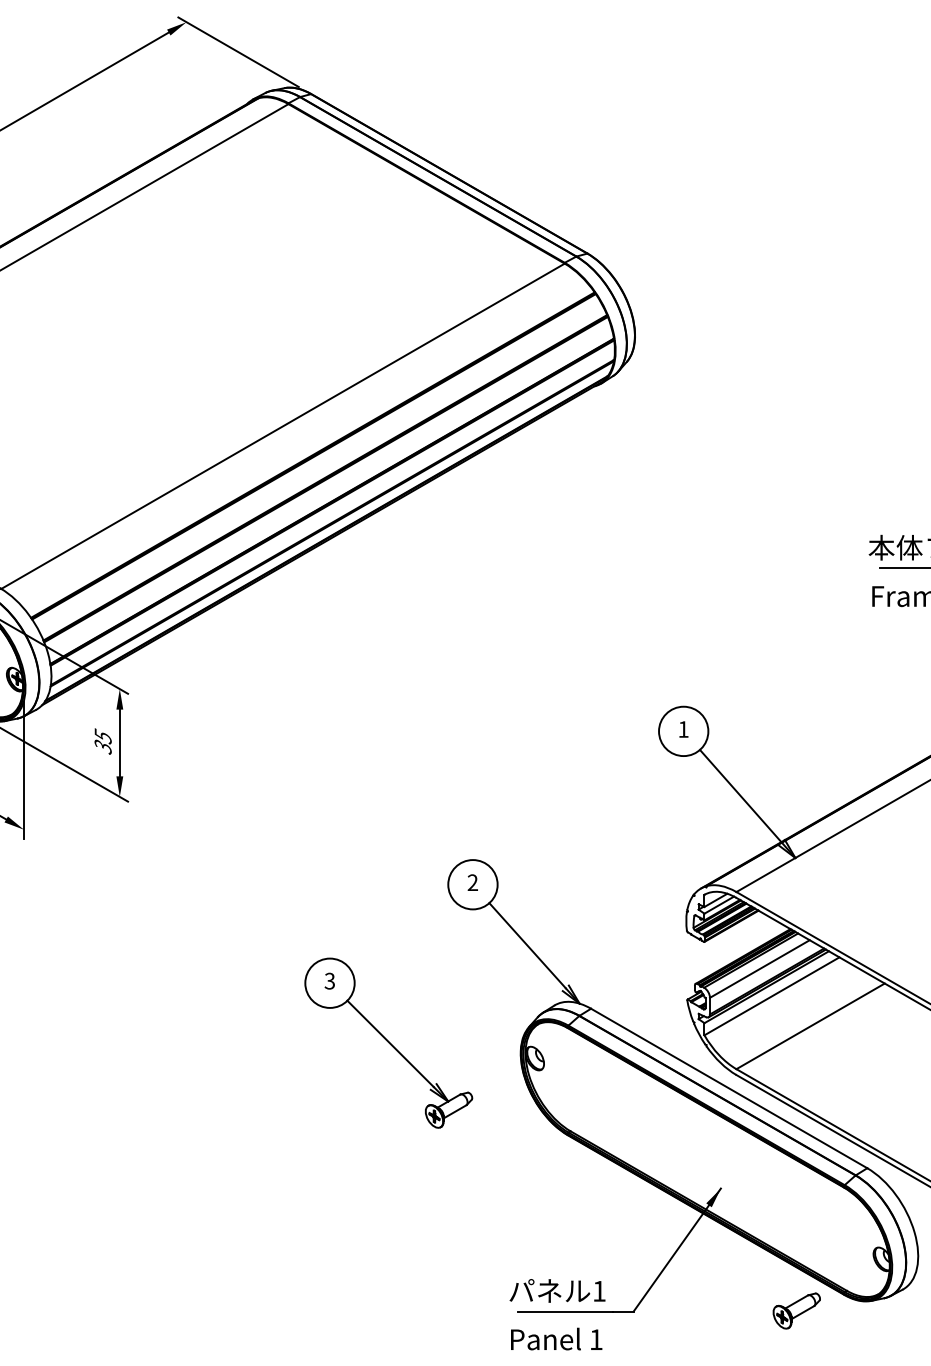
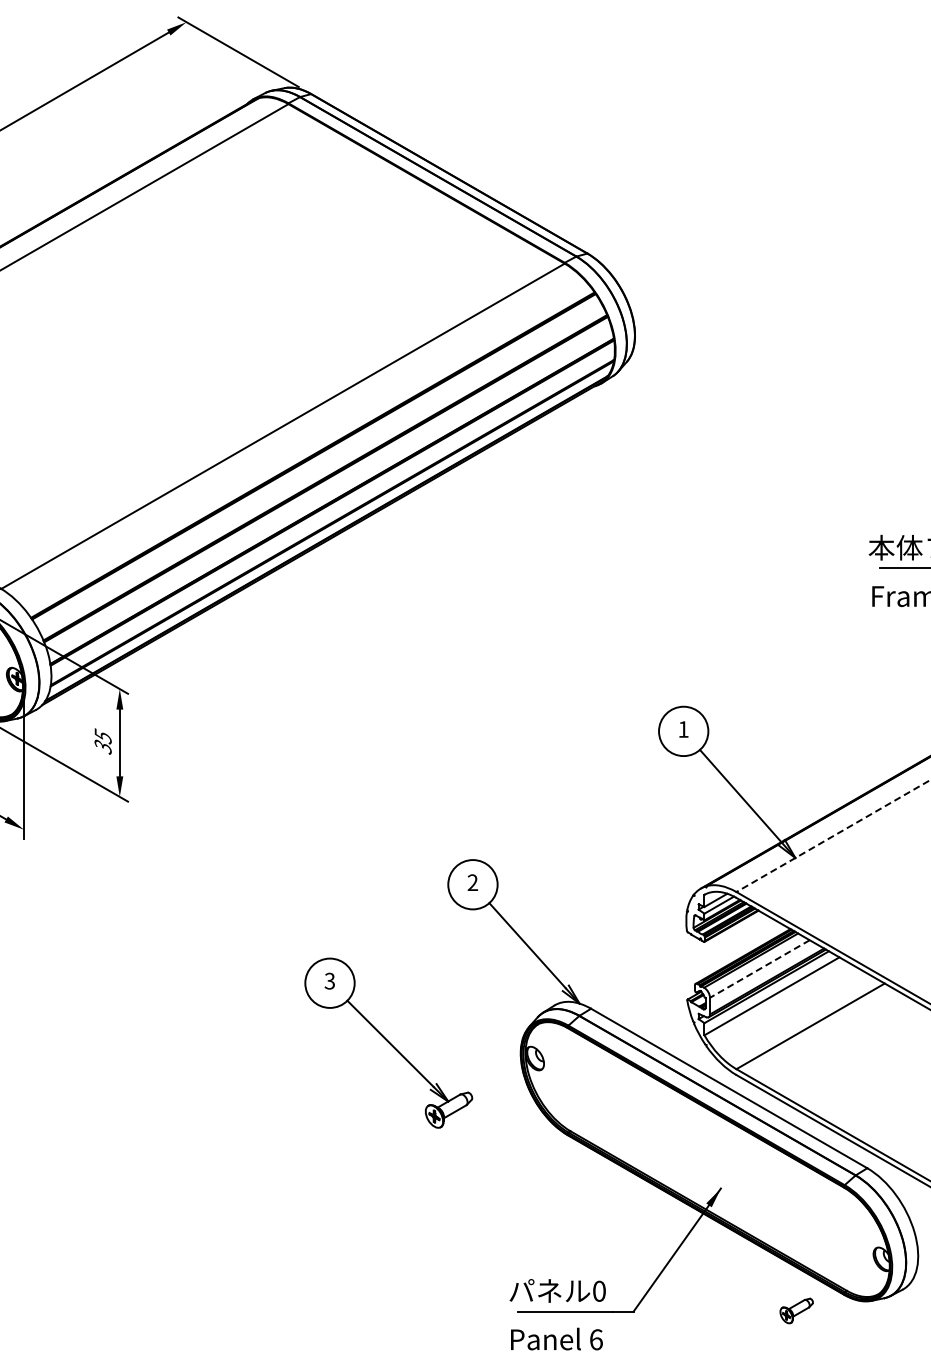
line at (833, 836): solid -> dashed
line at (759, 969): solid -> dashed
text at (599, 1290): 1 -> 0
part at (796, 1310) size: 49x38 px -> 35x28 px
text at (596, 1339): 1 -> 6
